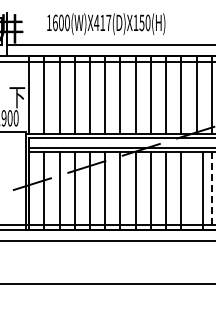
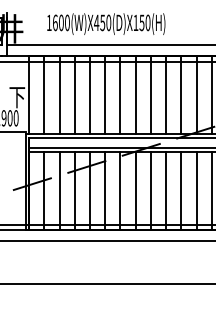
text at (105, 22): 1600(W)X417(D)X150(H) -> 1600(W)X450(D)X150(H)
line at (202, 190) position: (202, 190) -> (196, 190)
line at (211, 191): dashed -> solid
